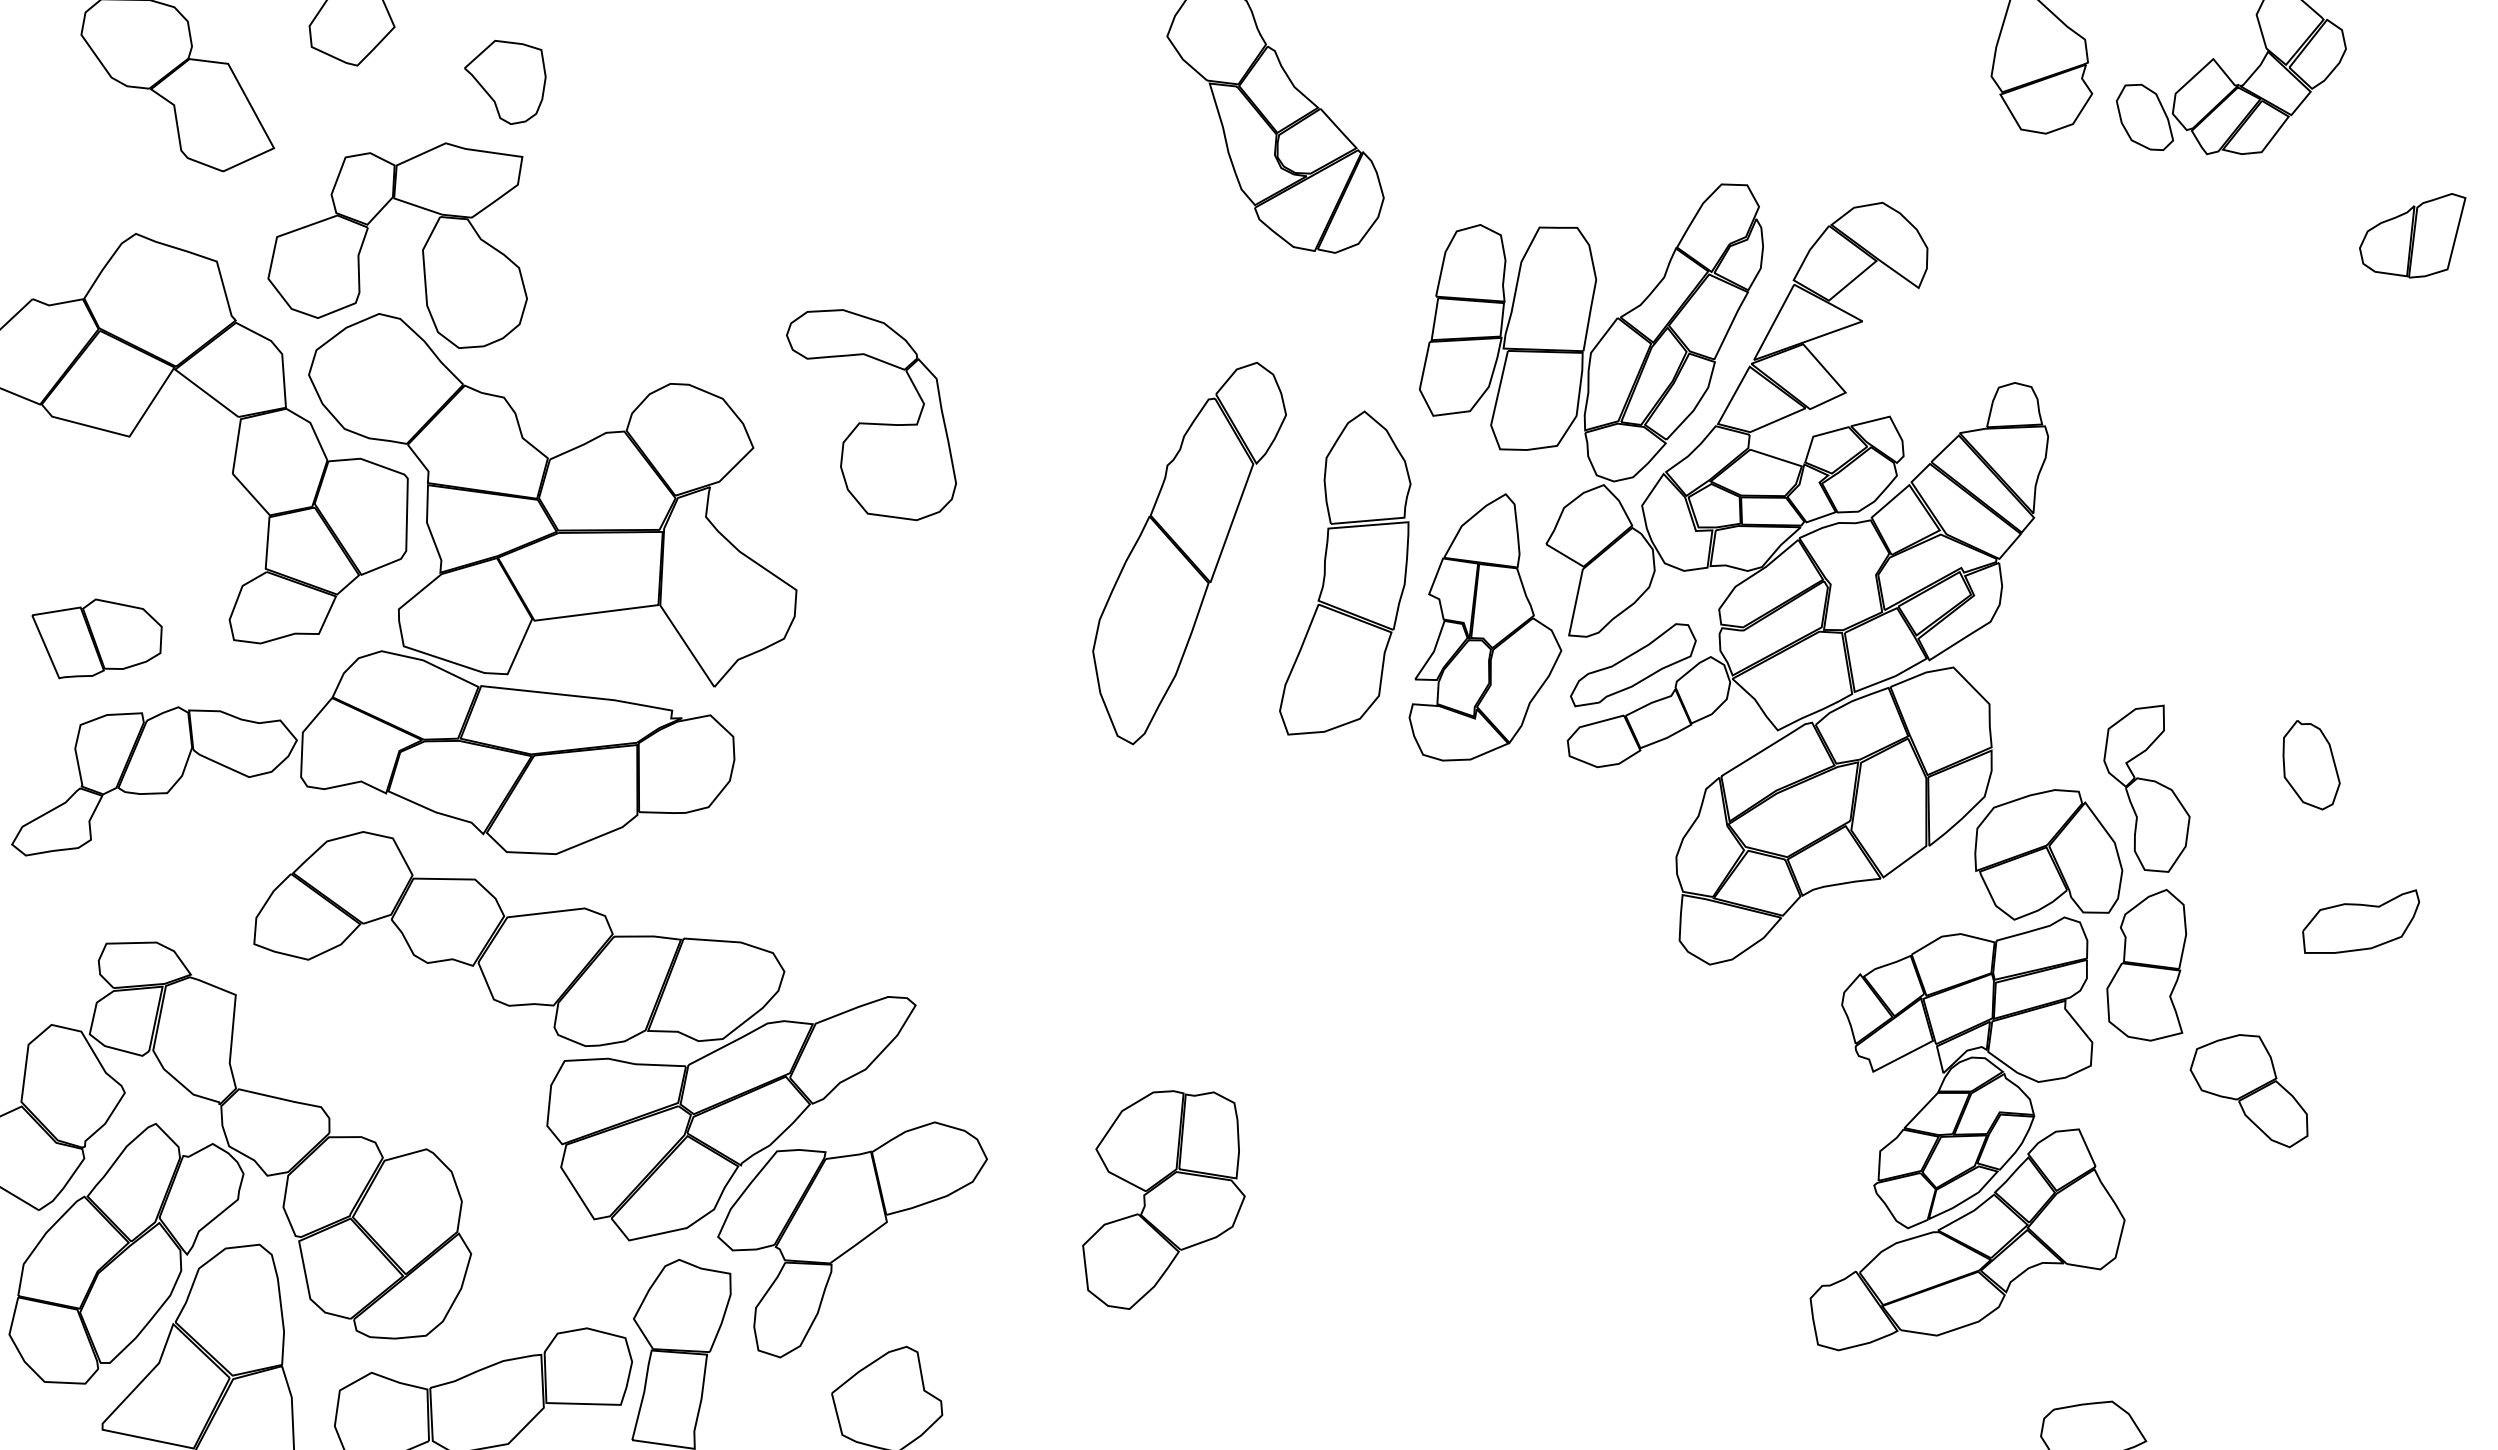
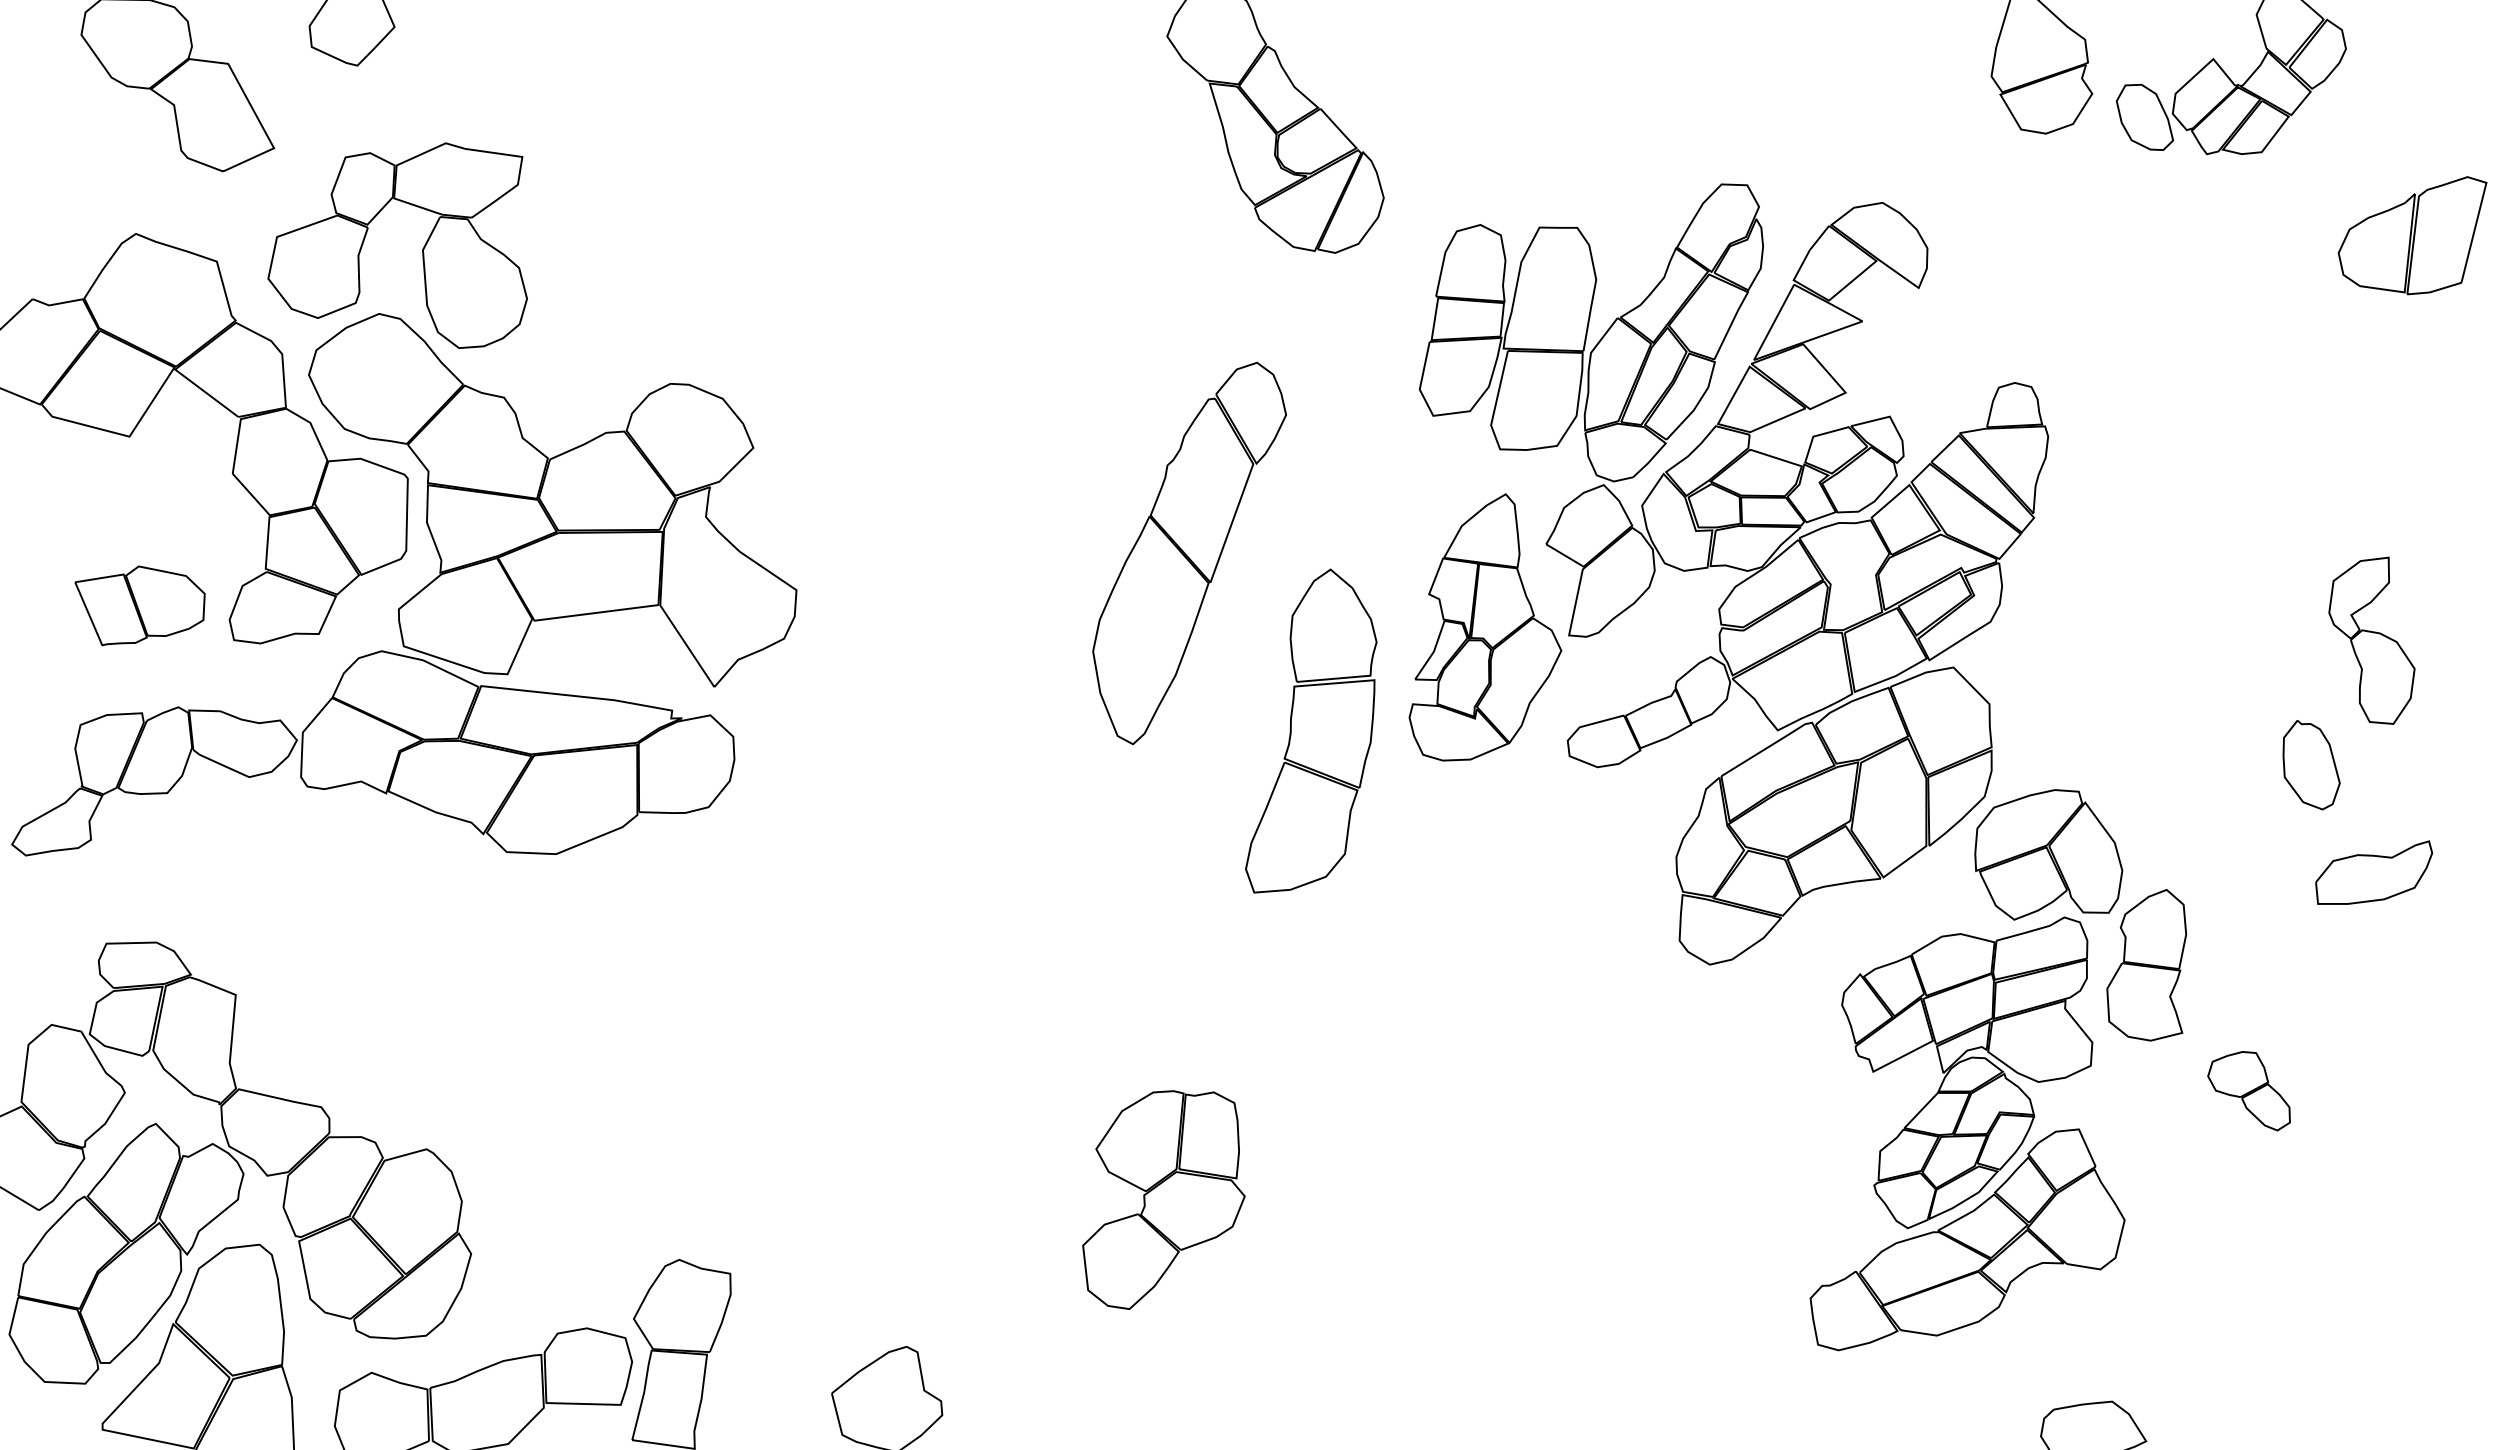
part at (505, 82): present -> none
part at (2412, 235) size: 108x86 px -> 151x120 px
part at (870, 422): present -> none
part at (1345, 572) position: (1345, 572) -> (1311, 730)
part at (96, 638) position: (96, 638) -> (139, 605)
part at (1633, 665): present -> none
part at (2146, 788) position: (2146, 788) -> (2371, 640)
part at (2361, 921) position: (2361, 921) -> (2374, 872)
part at (2248, 1091) size: 120x115 px -> 84x81 px
part at (620, 1094): present -> none
